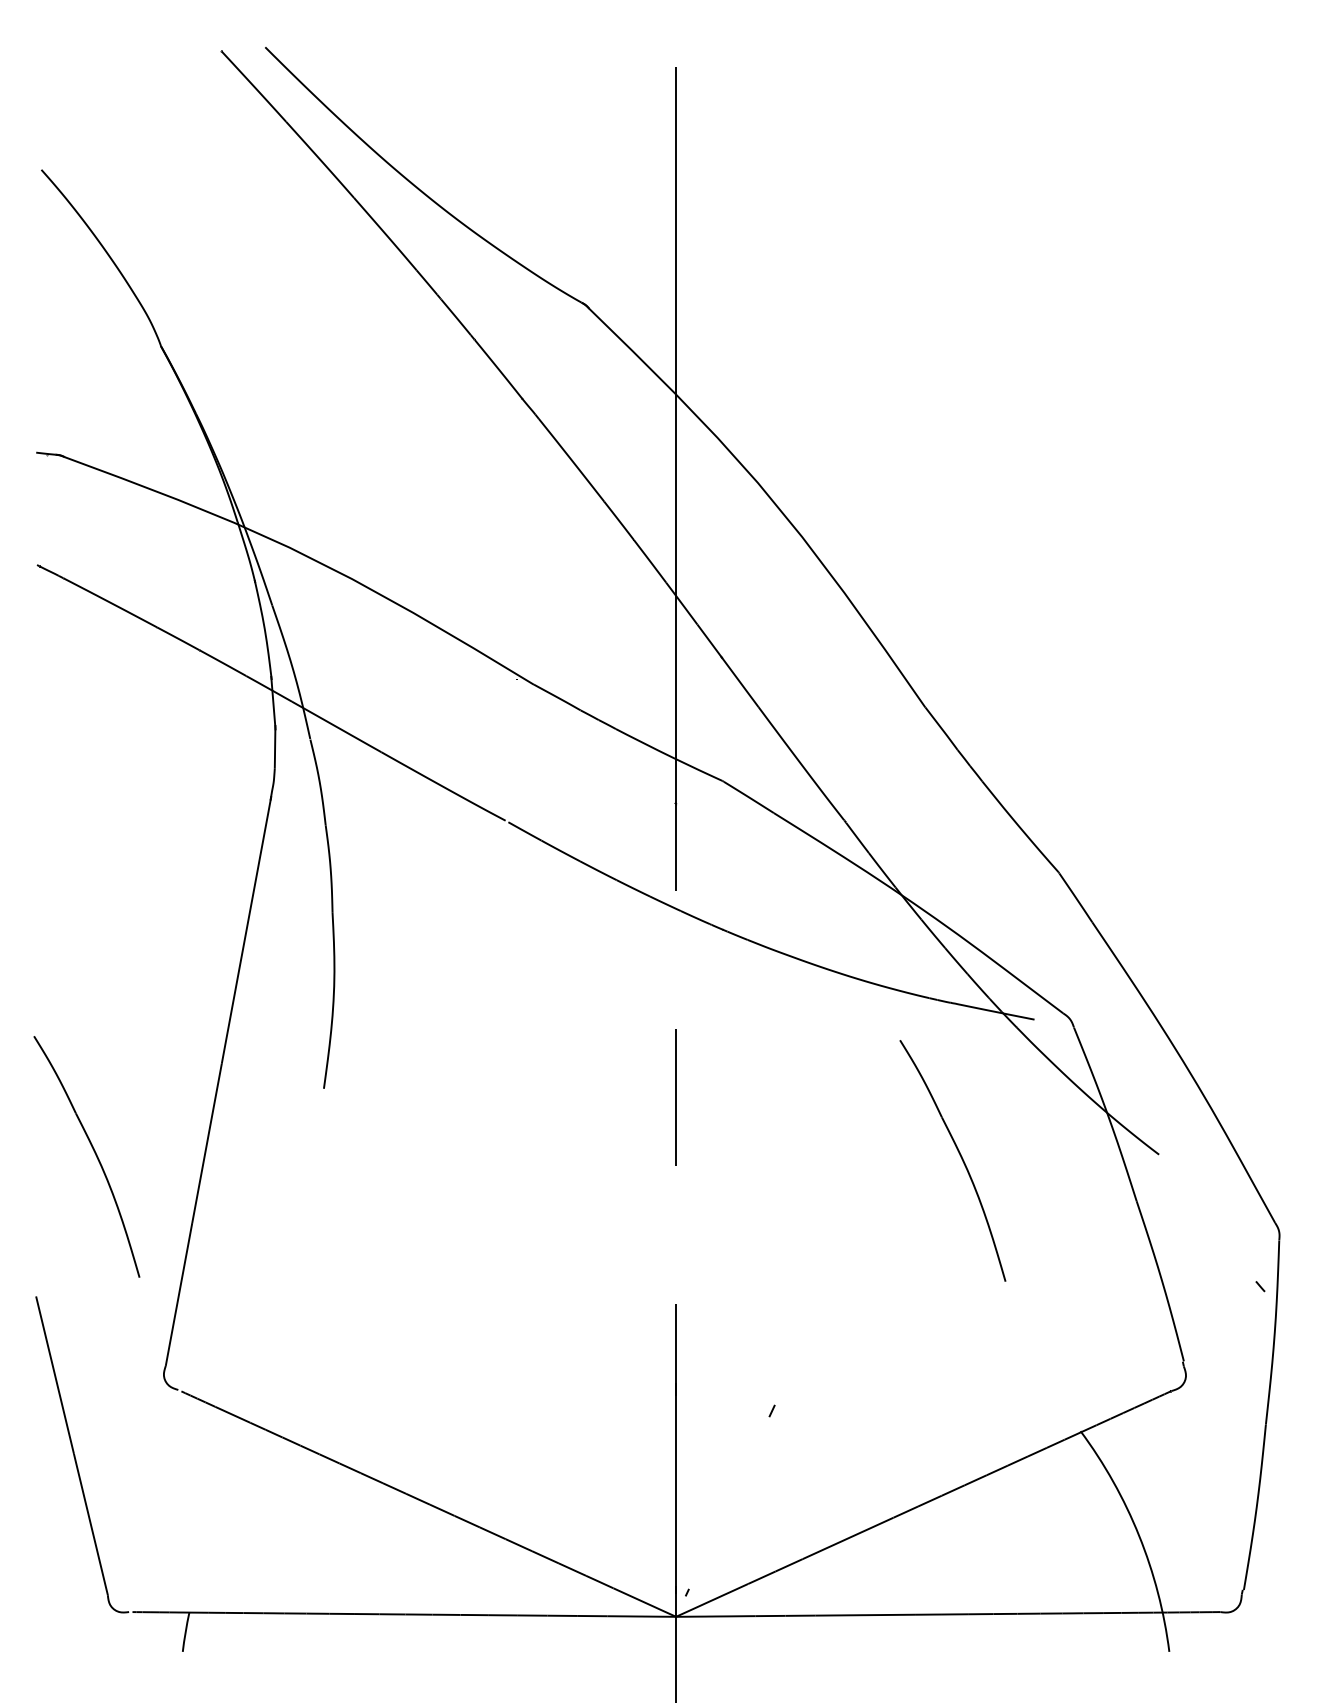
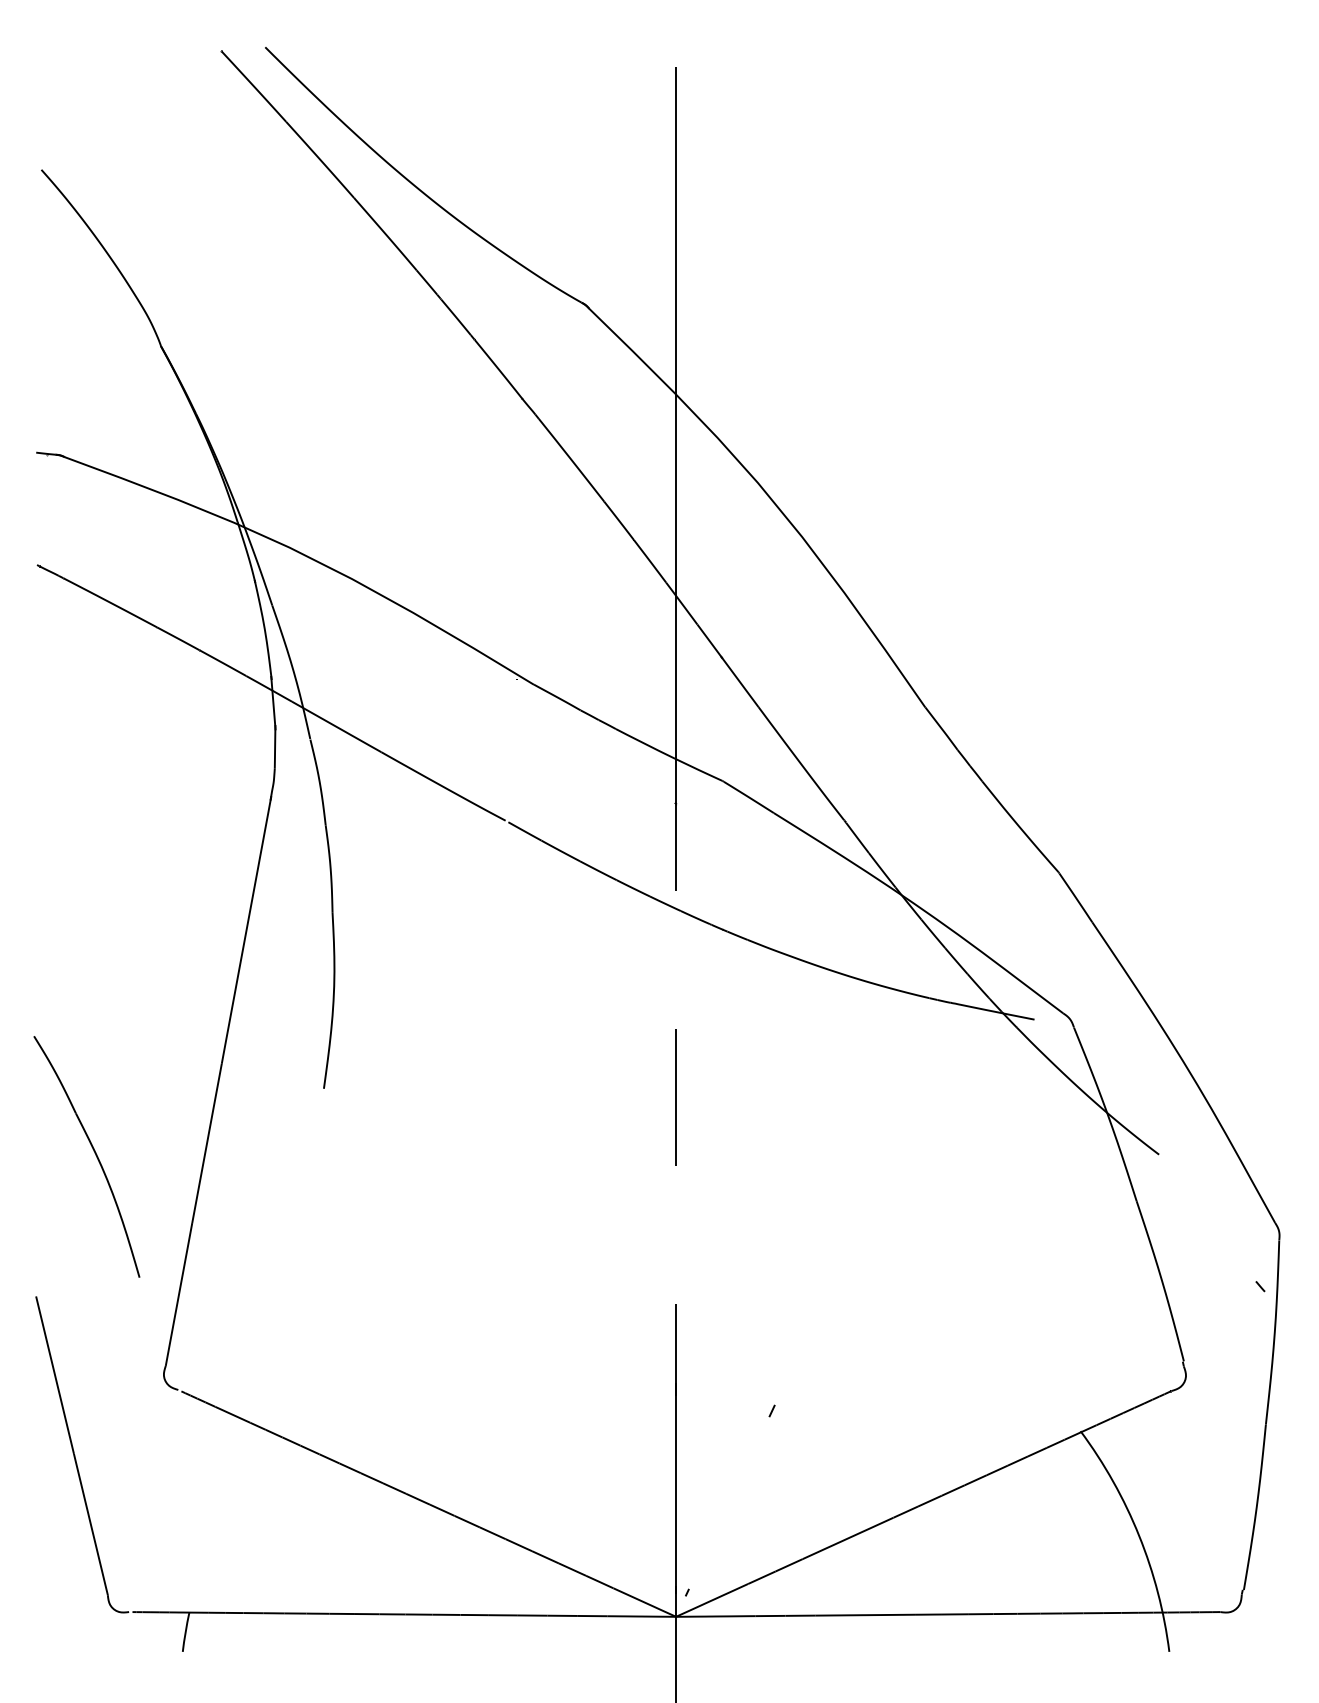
part at (960, 1157): present -> none
